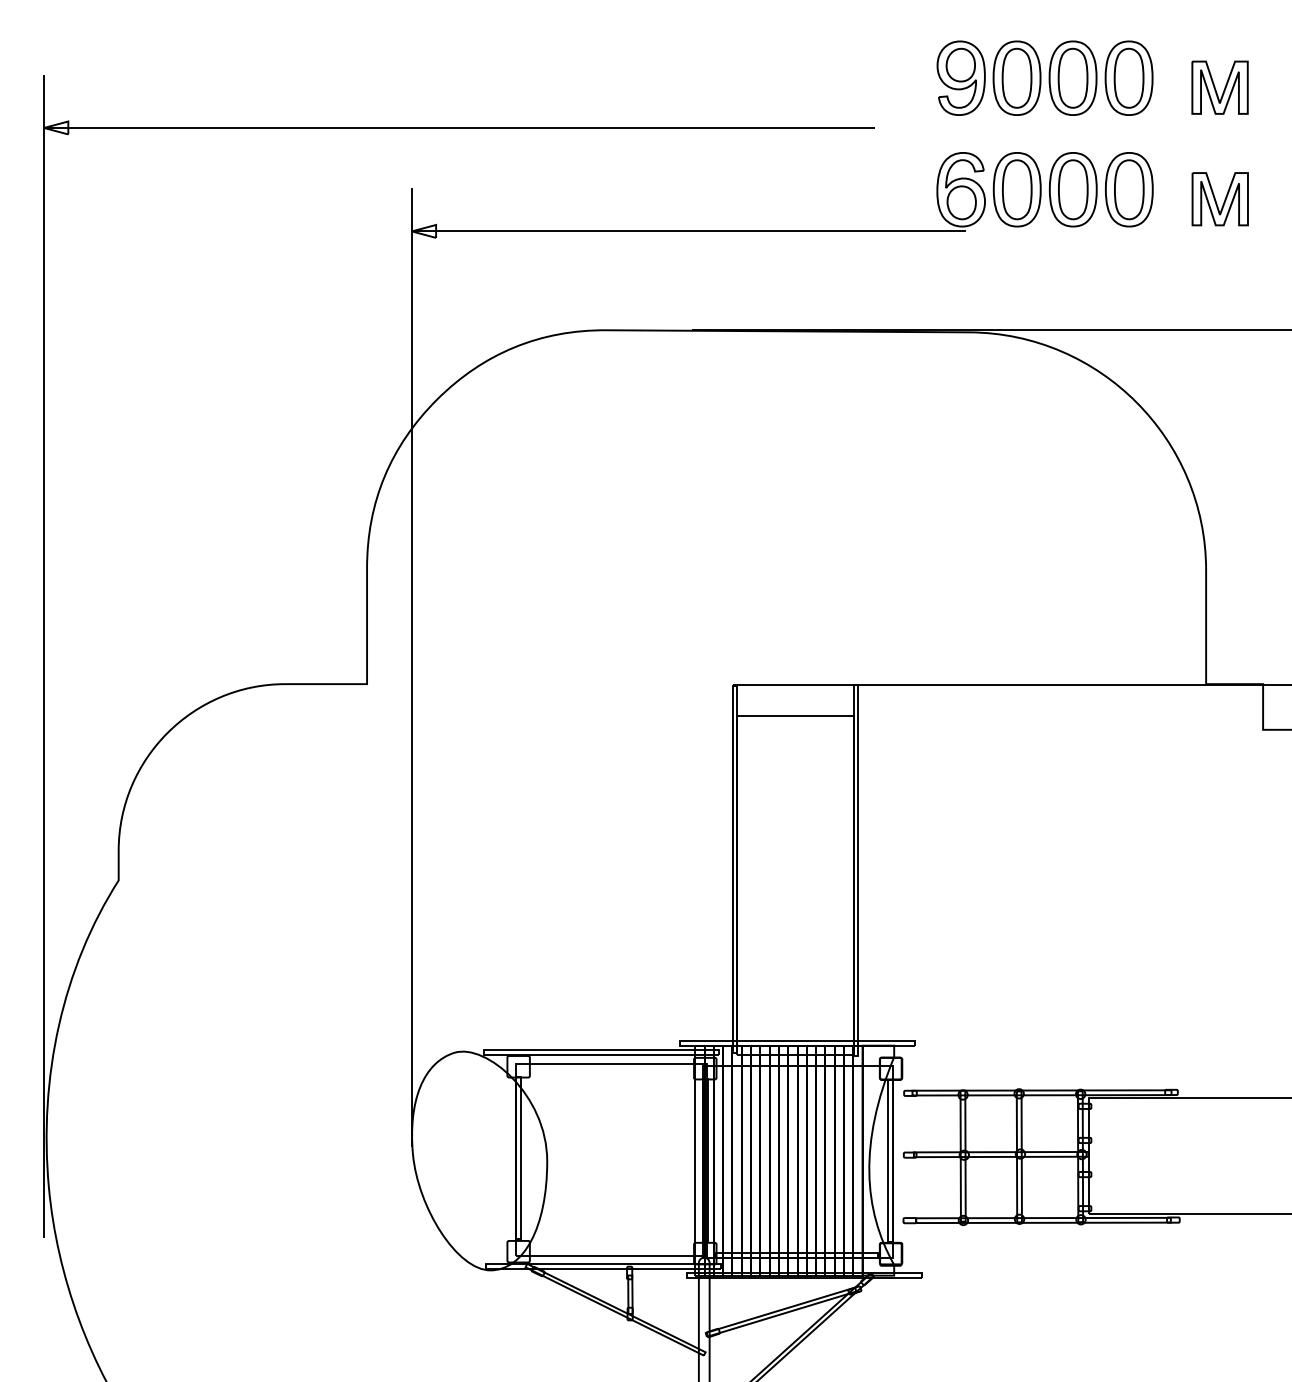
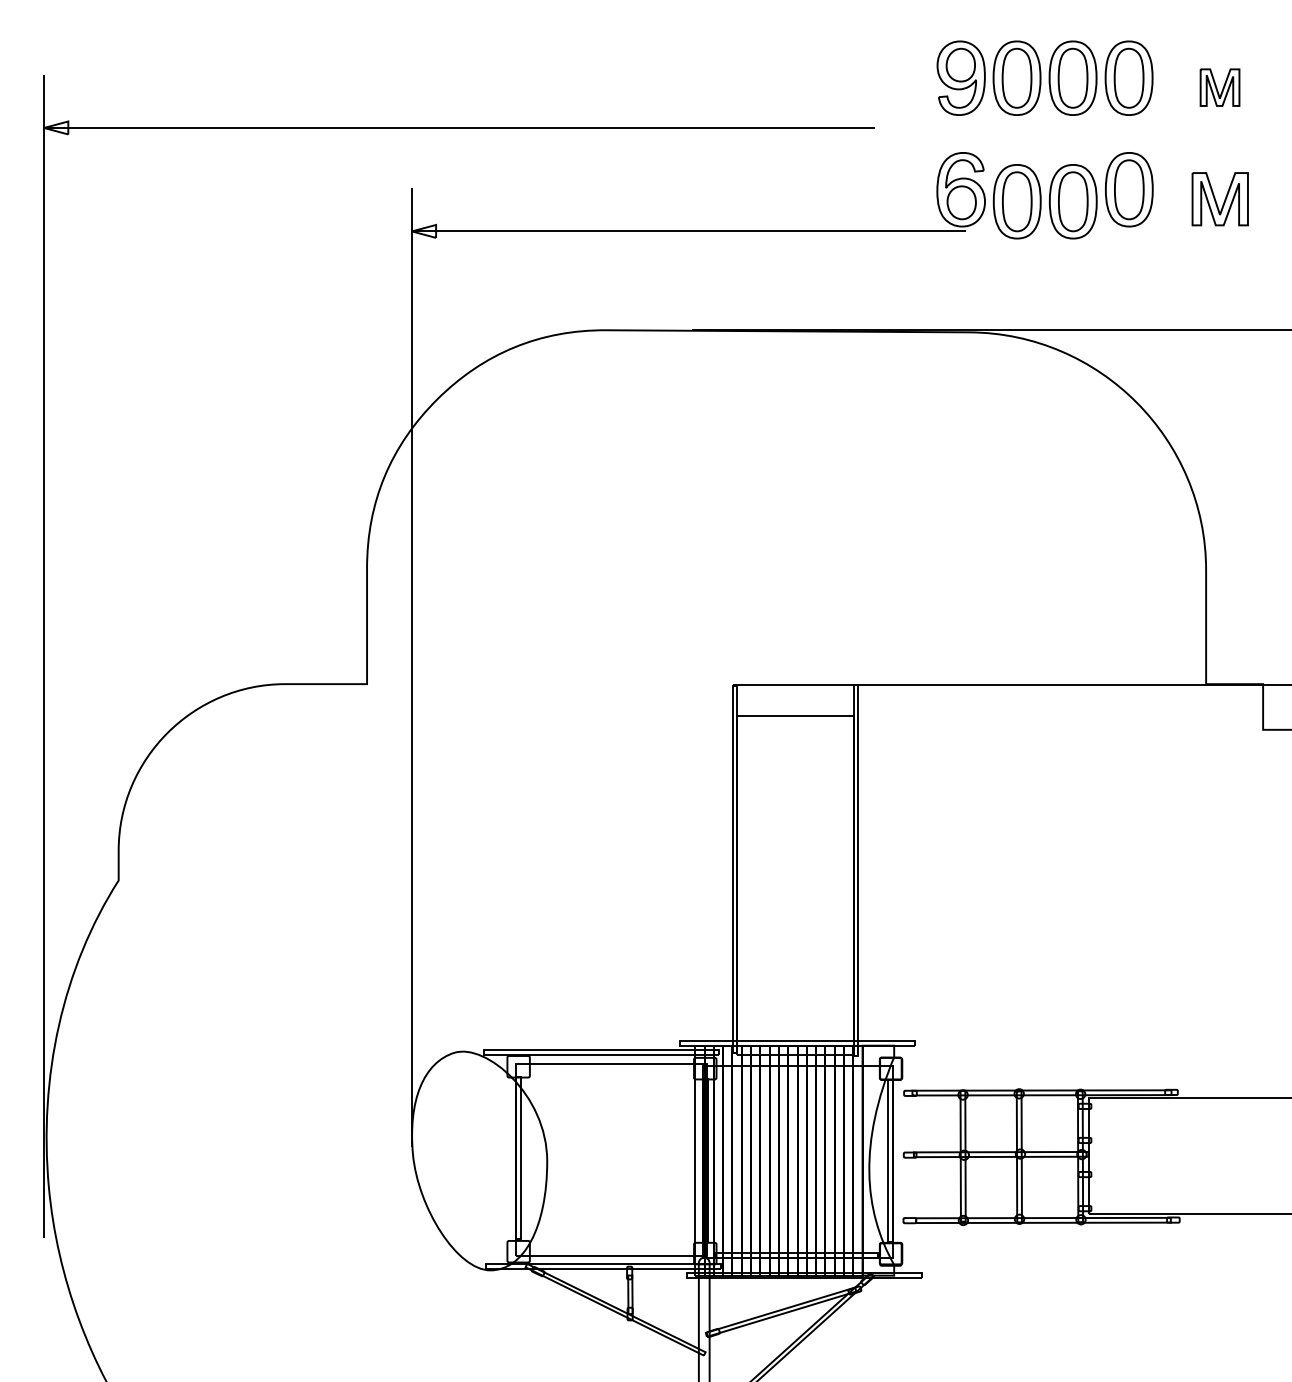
part at (1219, 87) size: 58x55 px -> 42x39 px
part at (1044, 189) position: (1044, 189) -> (1044, 201)
